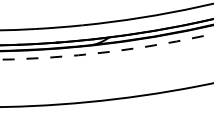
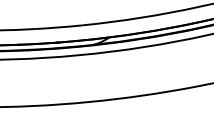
arc at (108, 52): dashed -> solid
